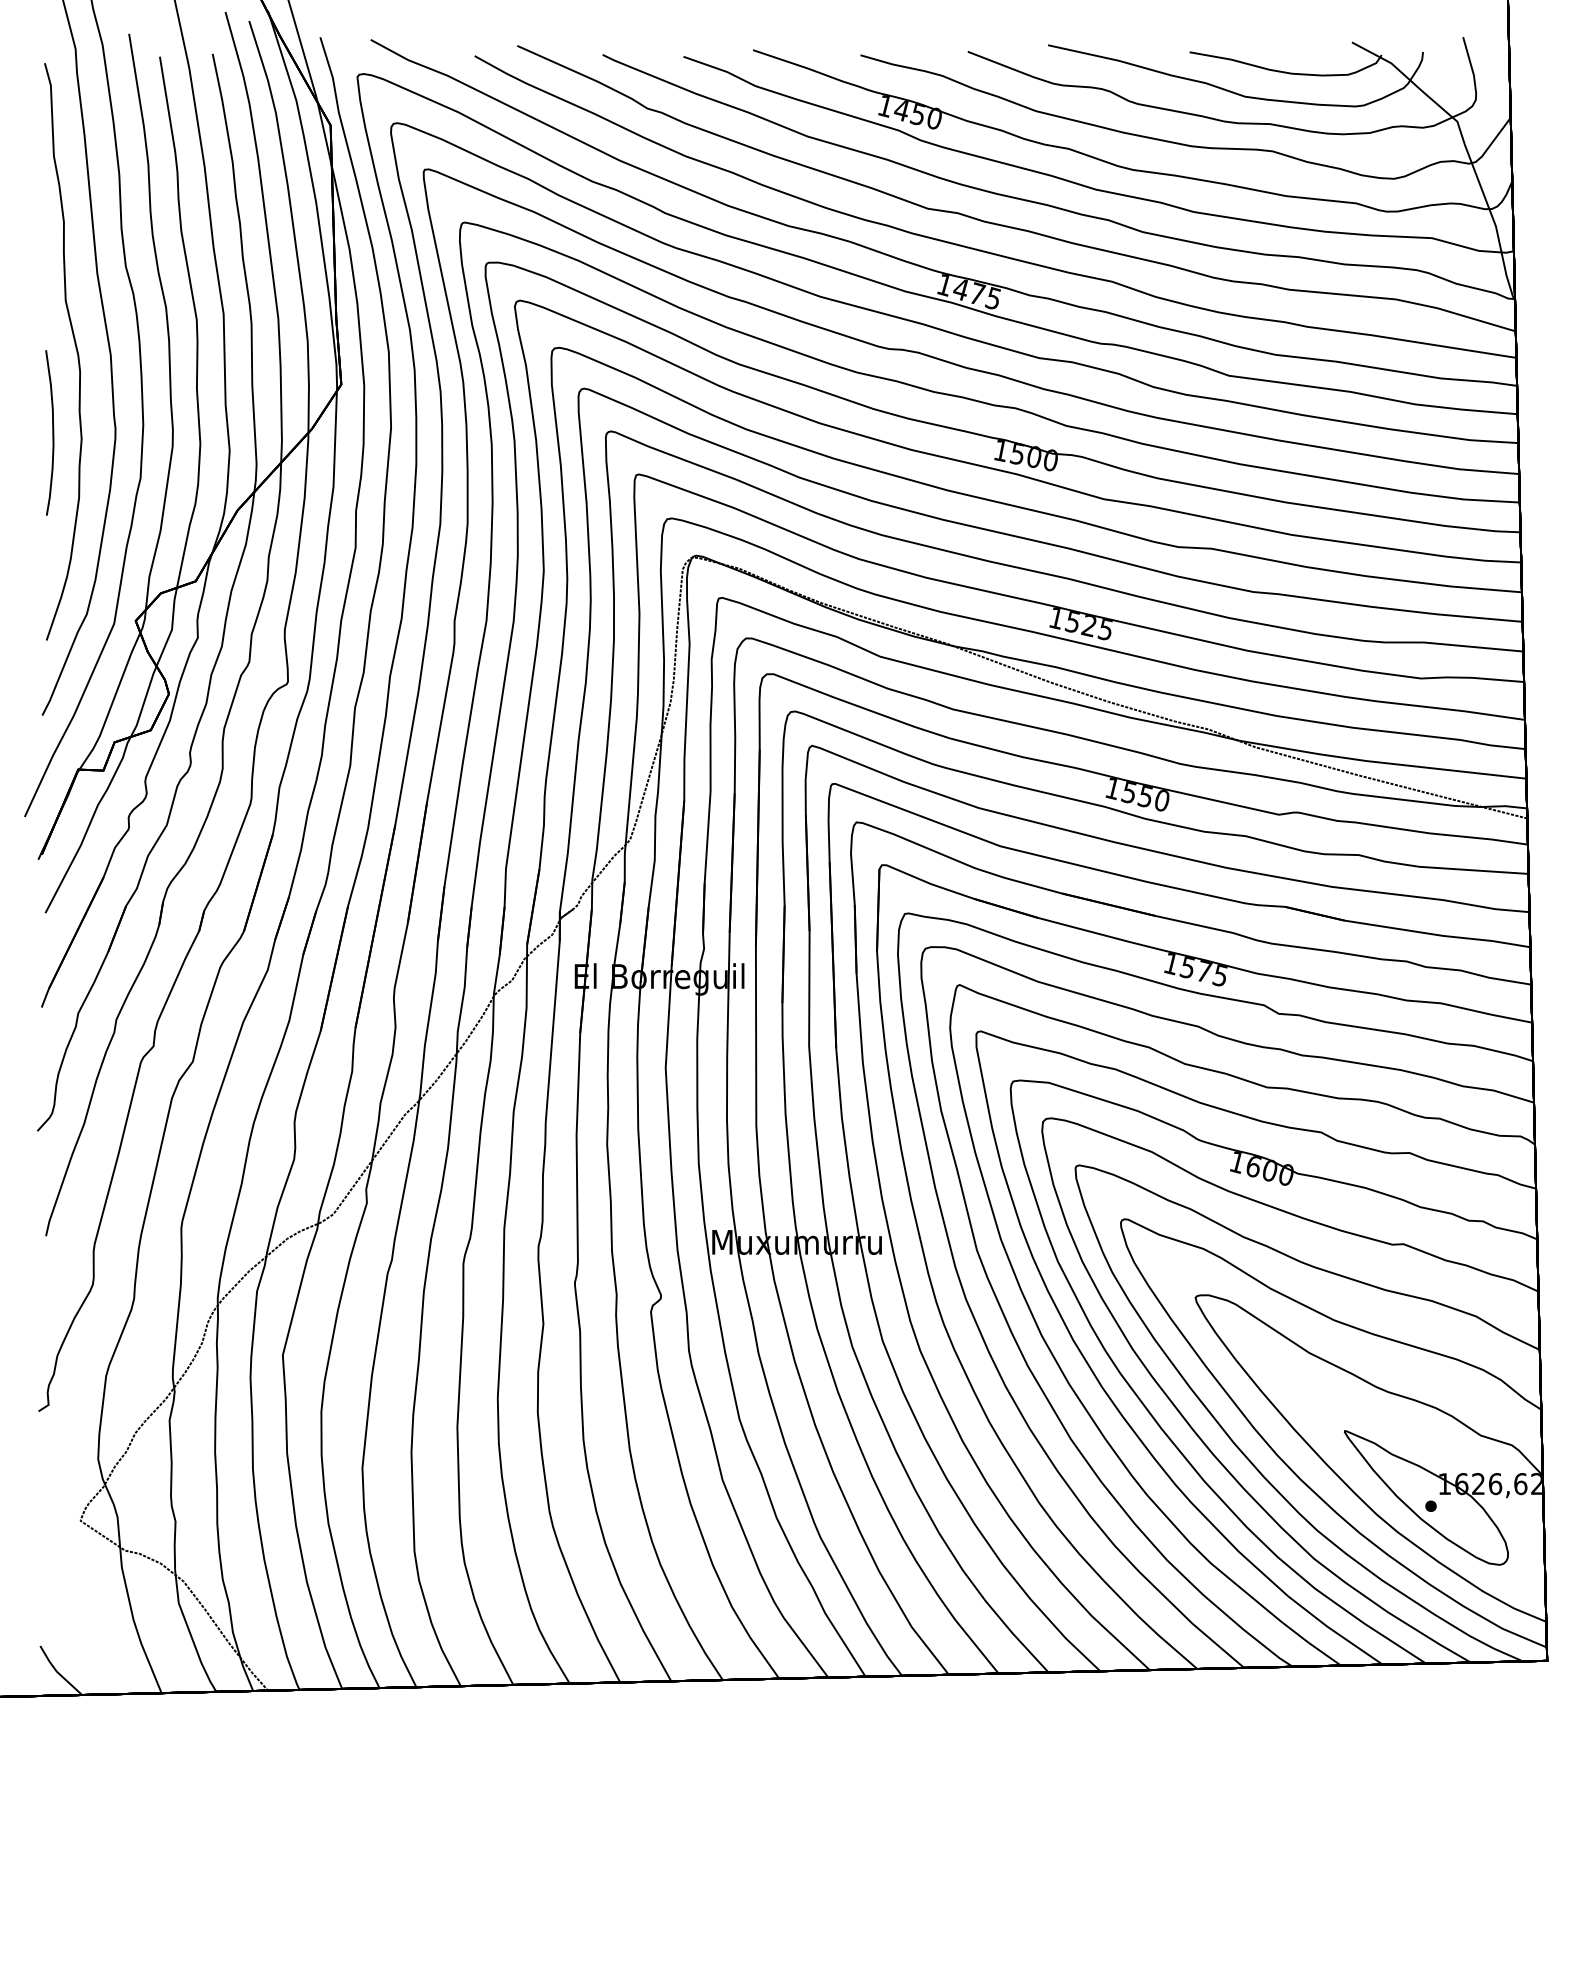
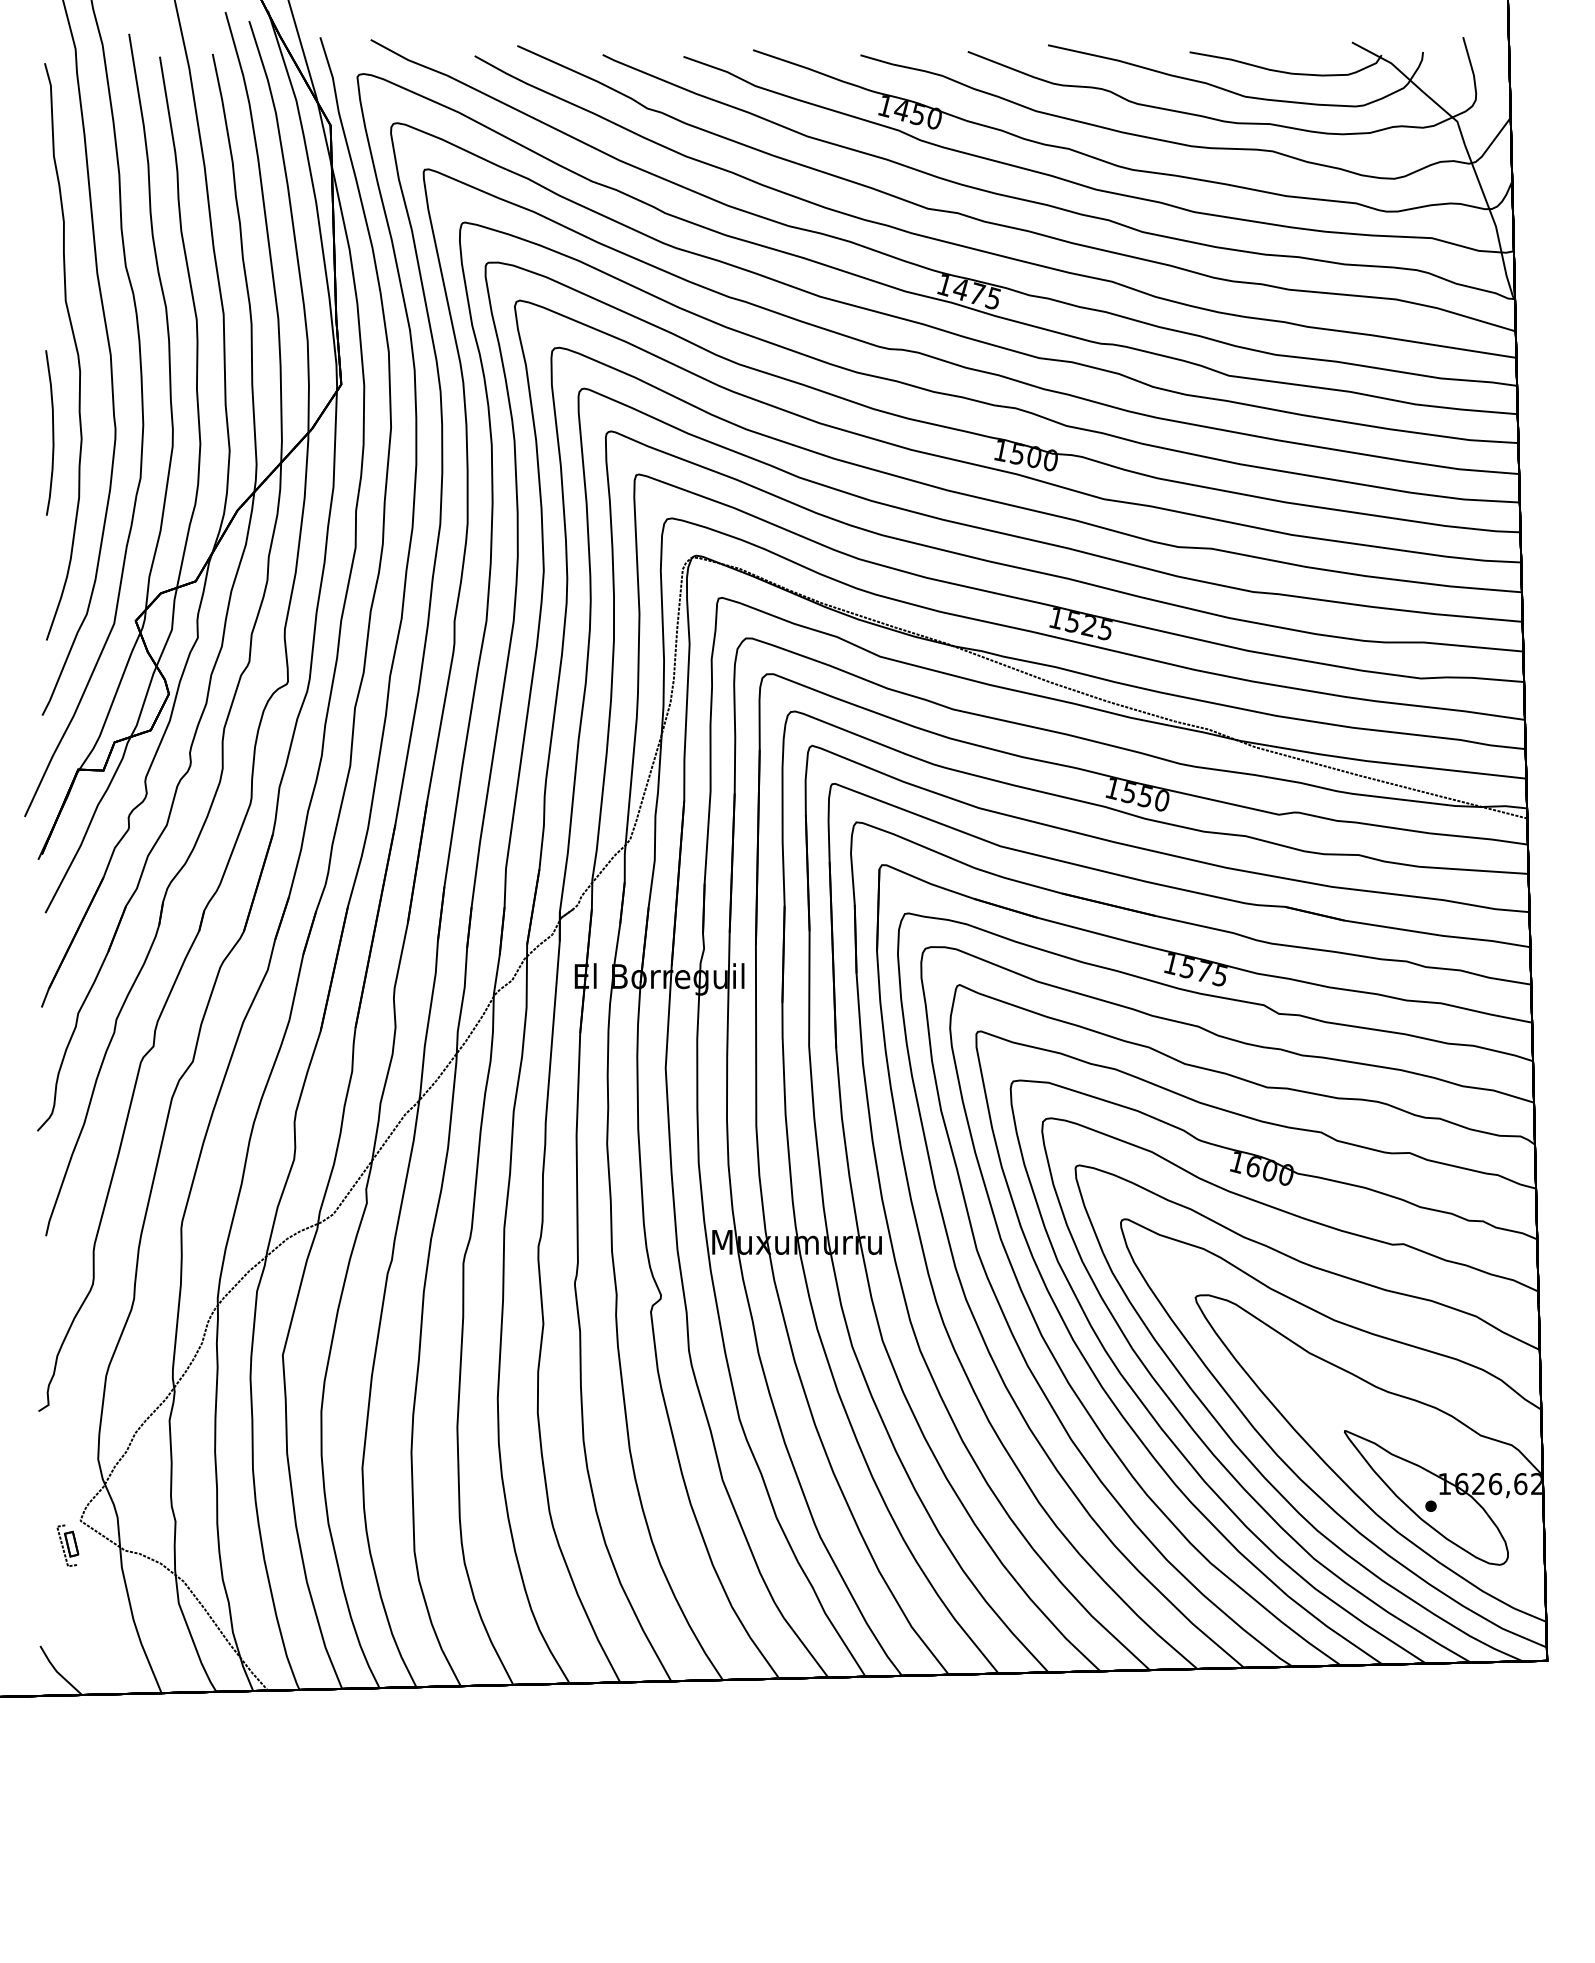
part at (67, 1545): none -> present
